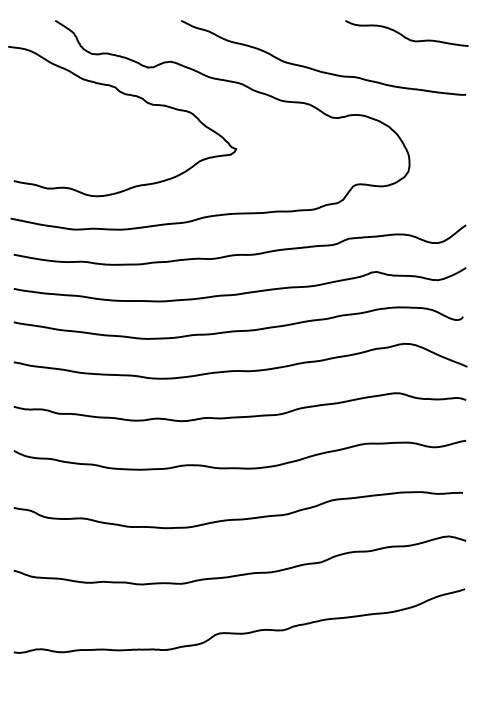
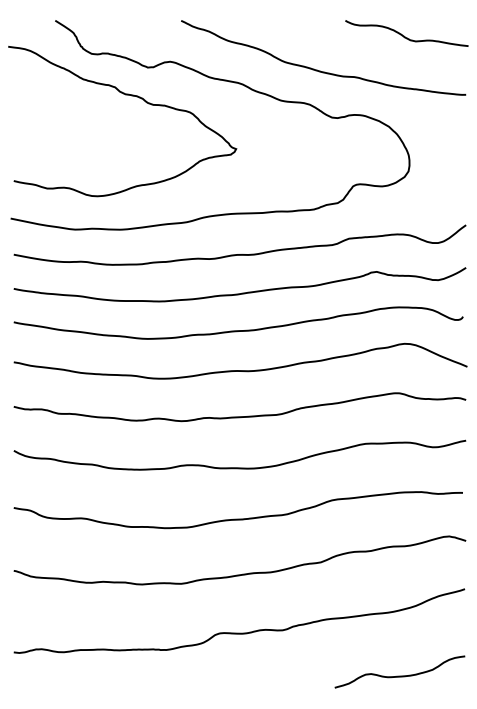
curve at (399, 675): none -> present
